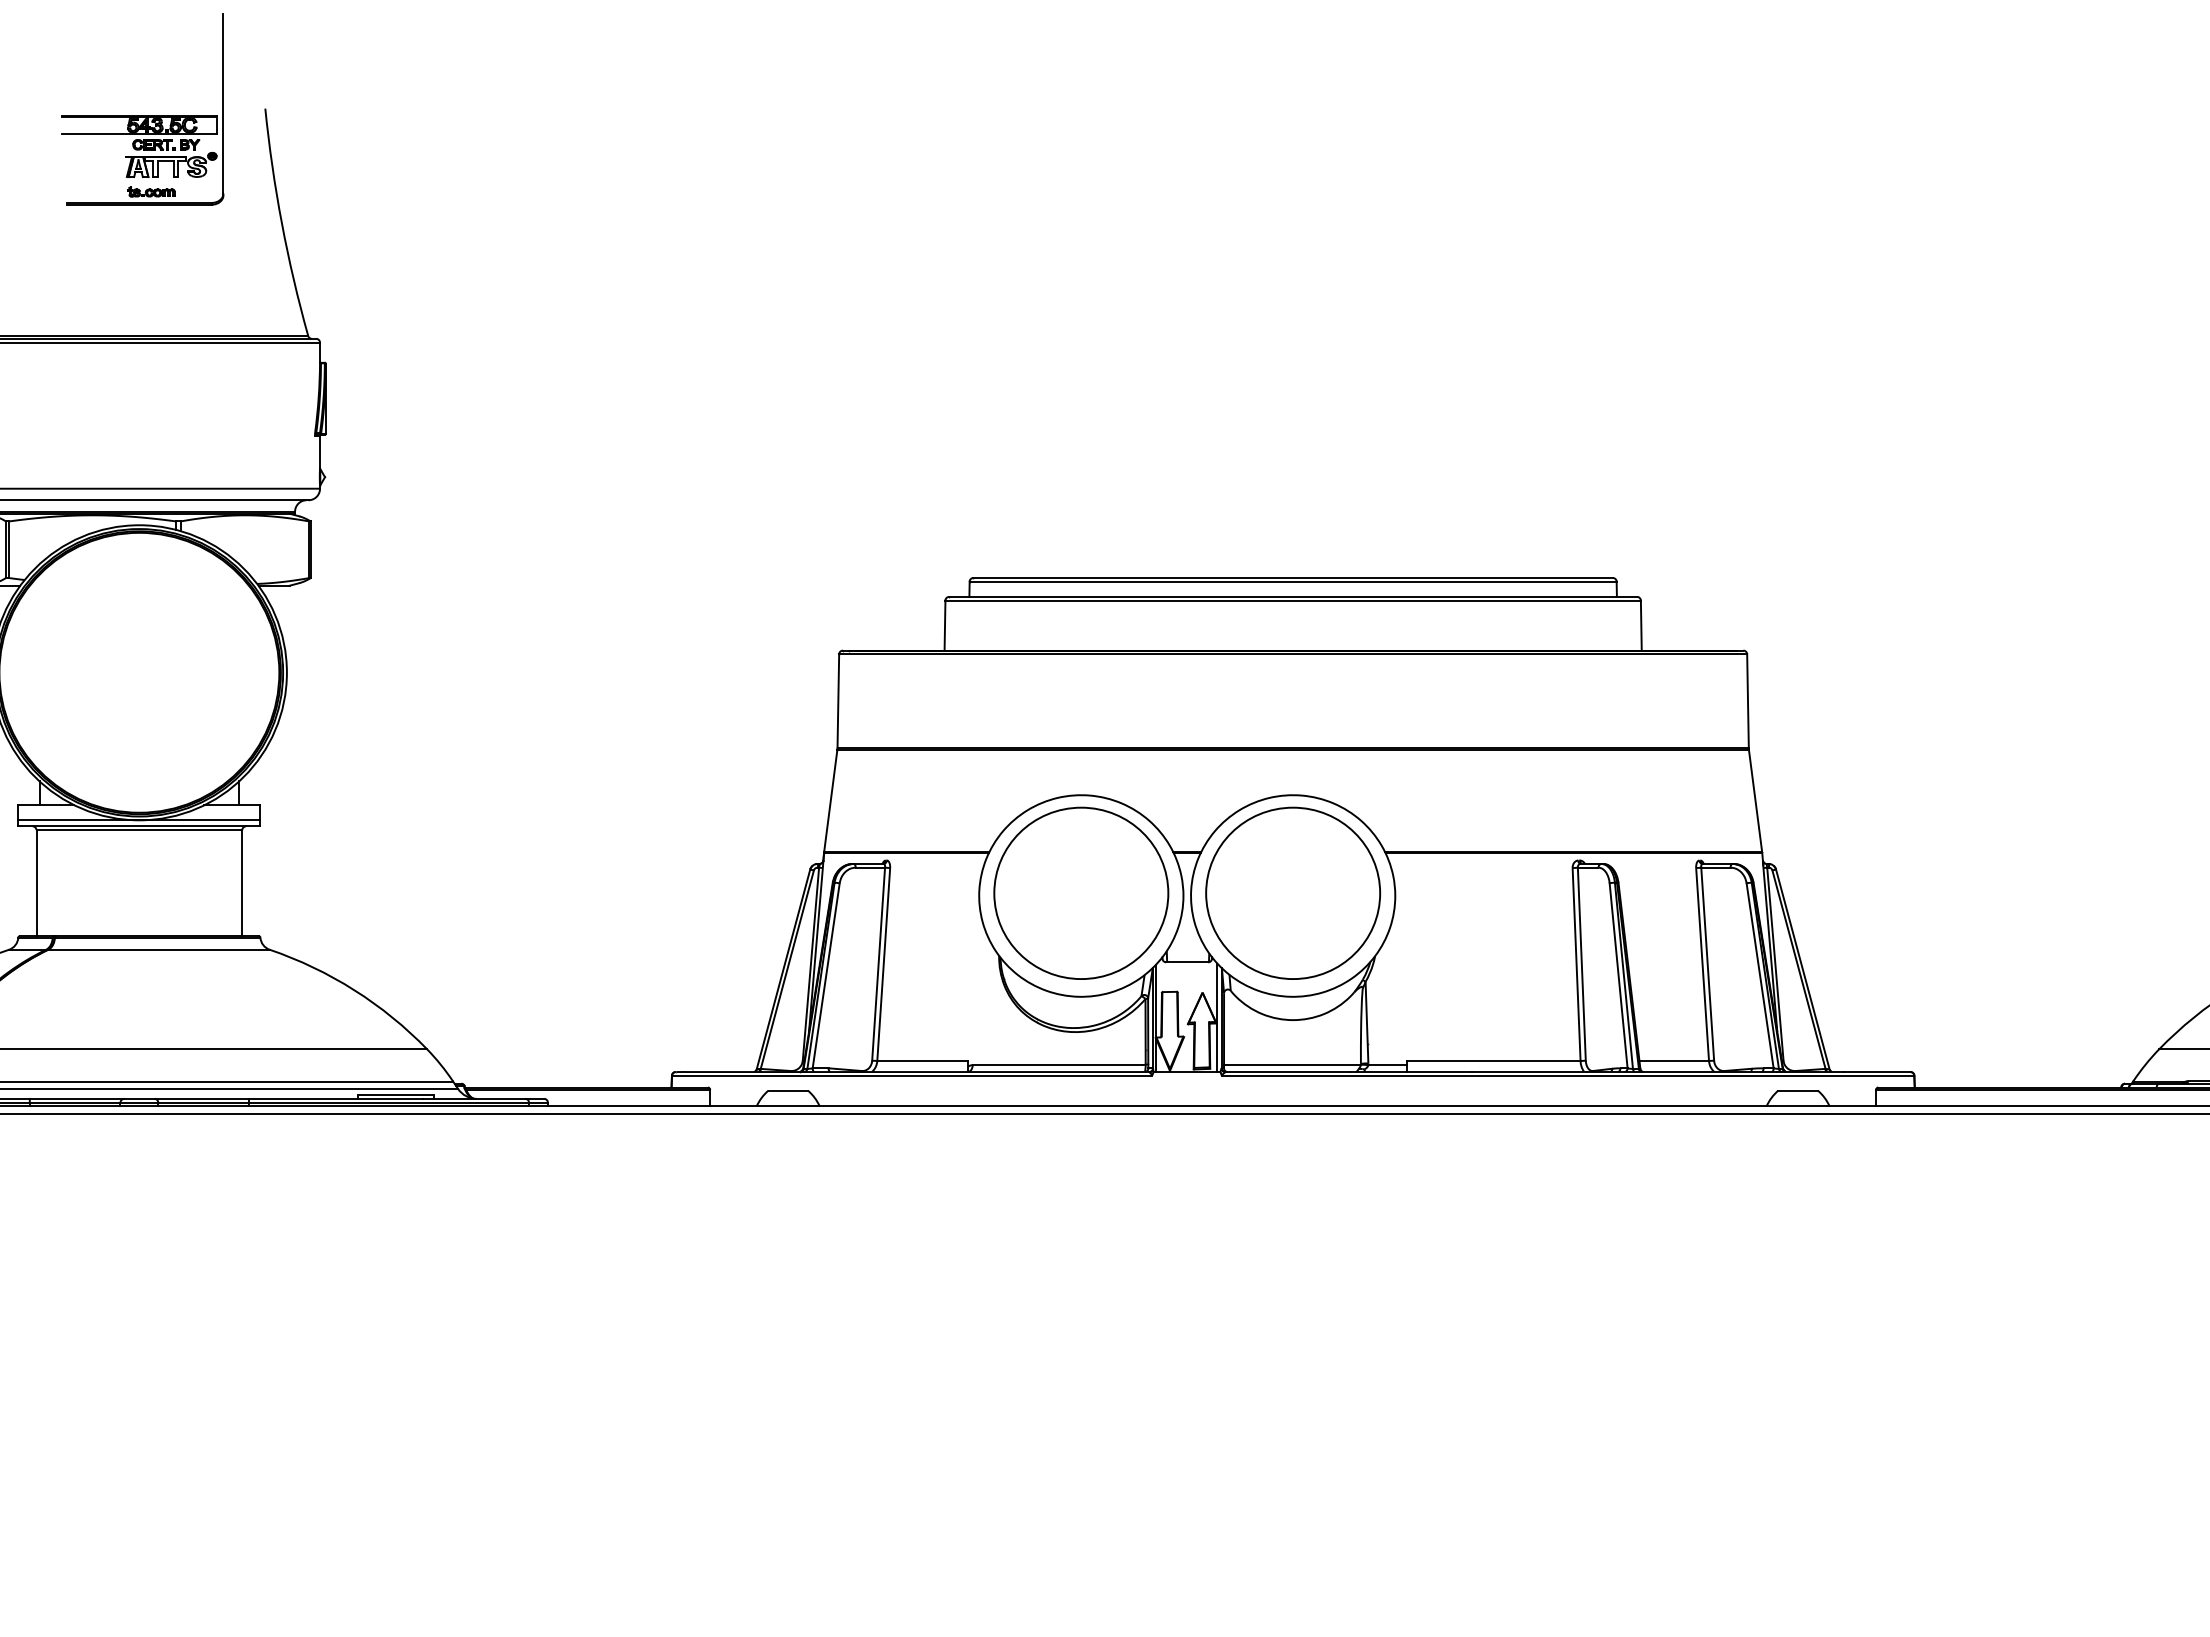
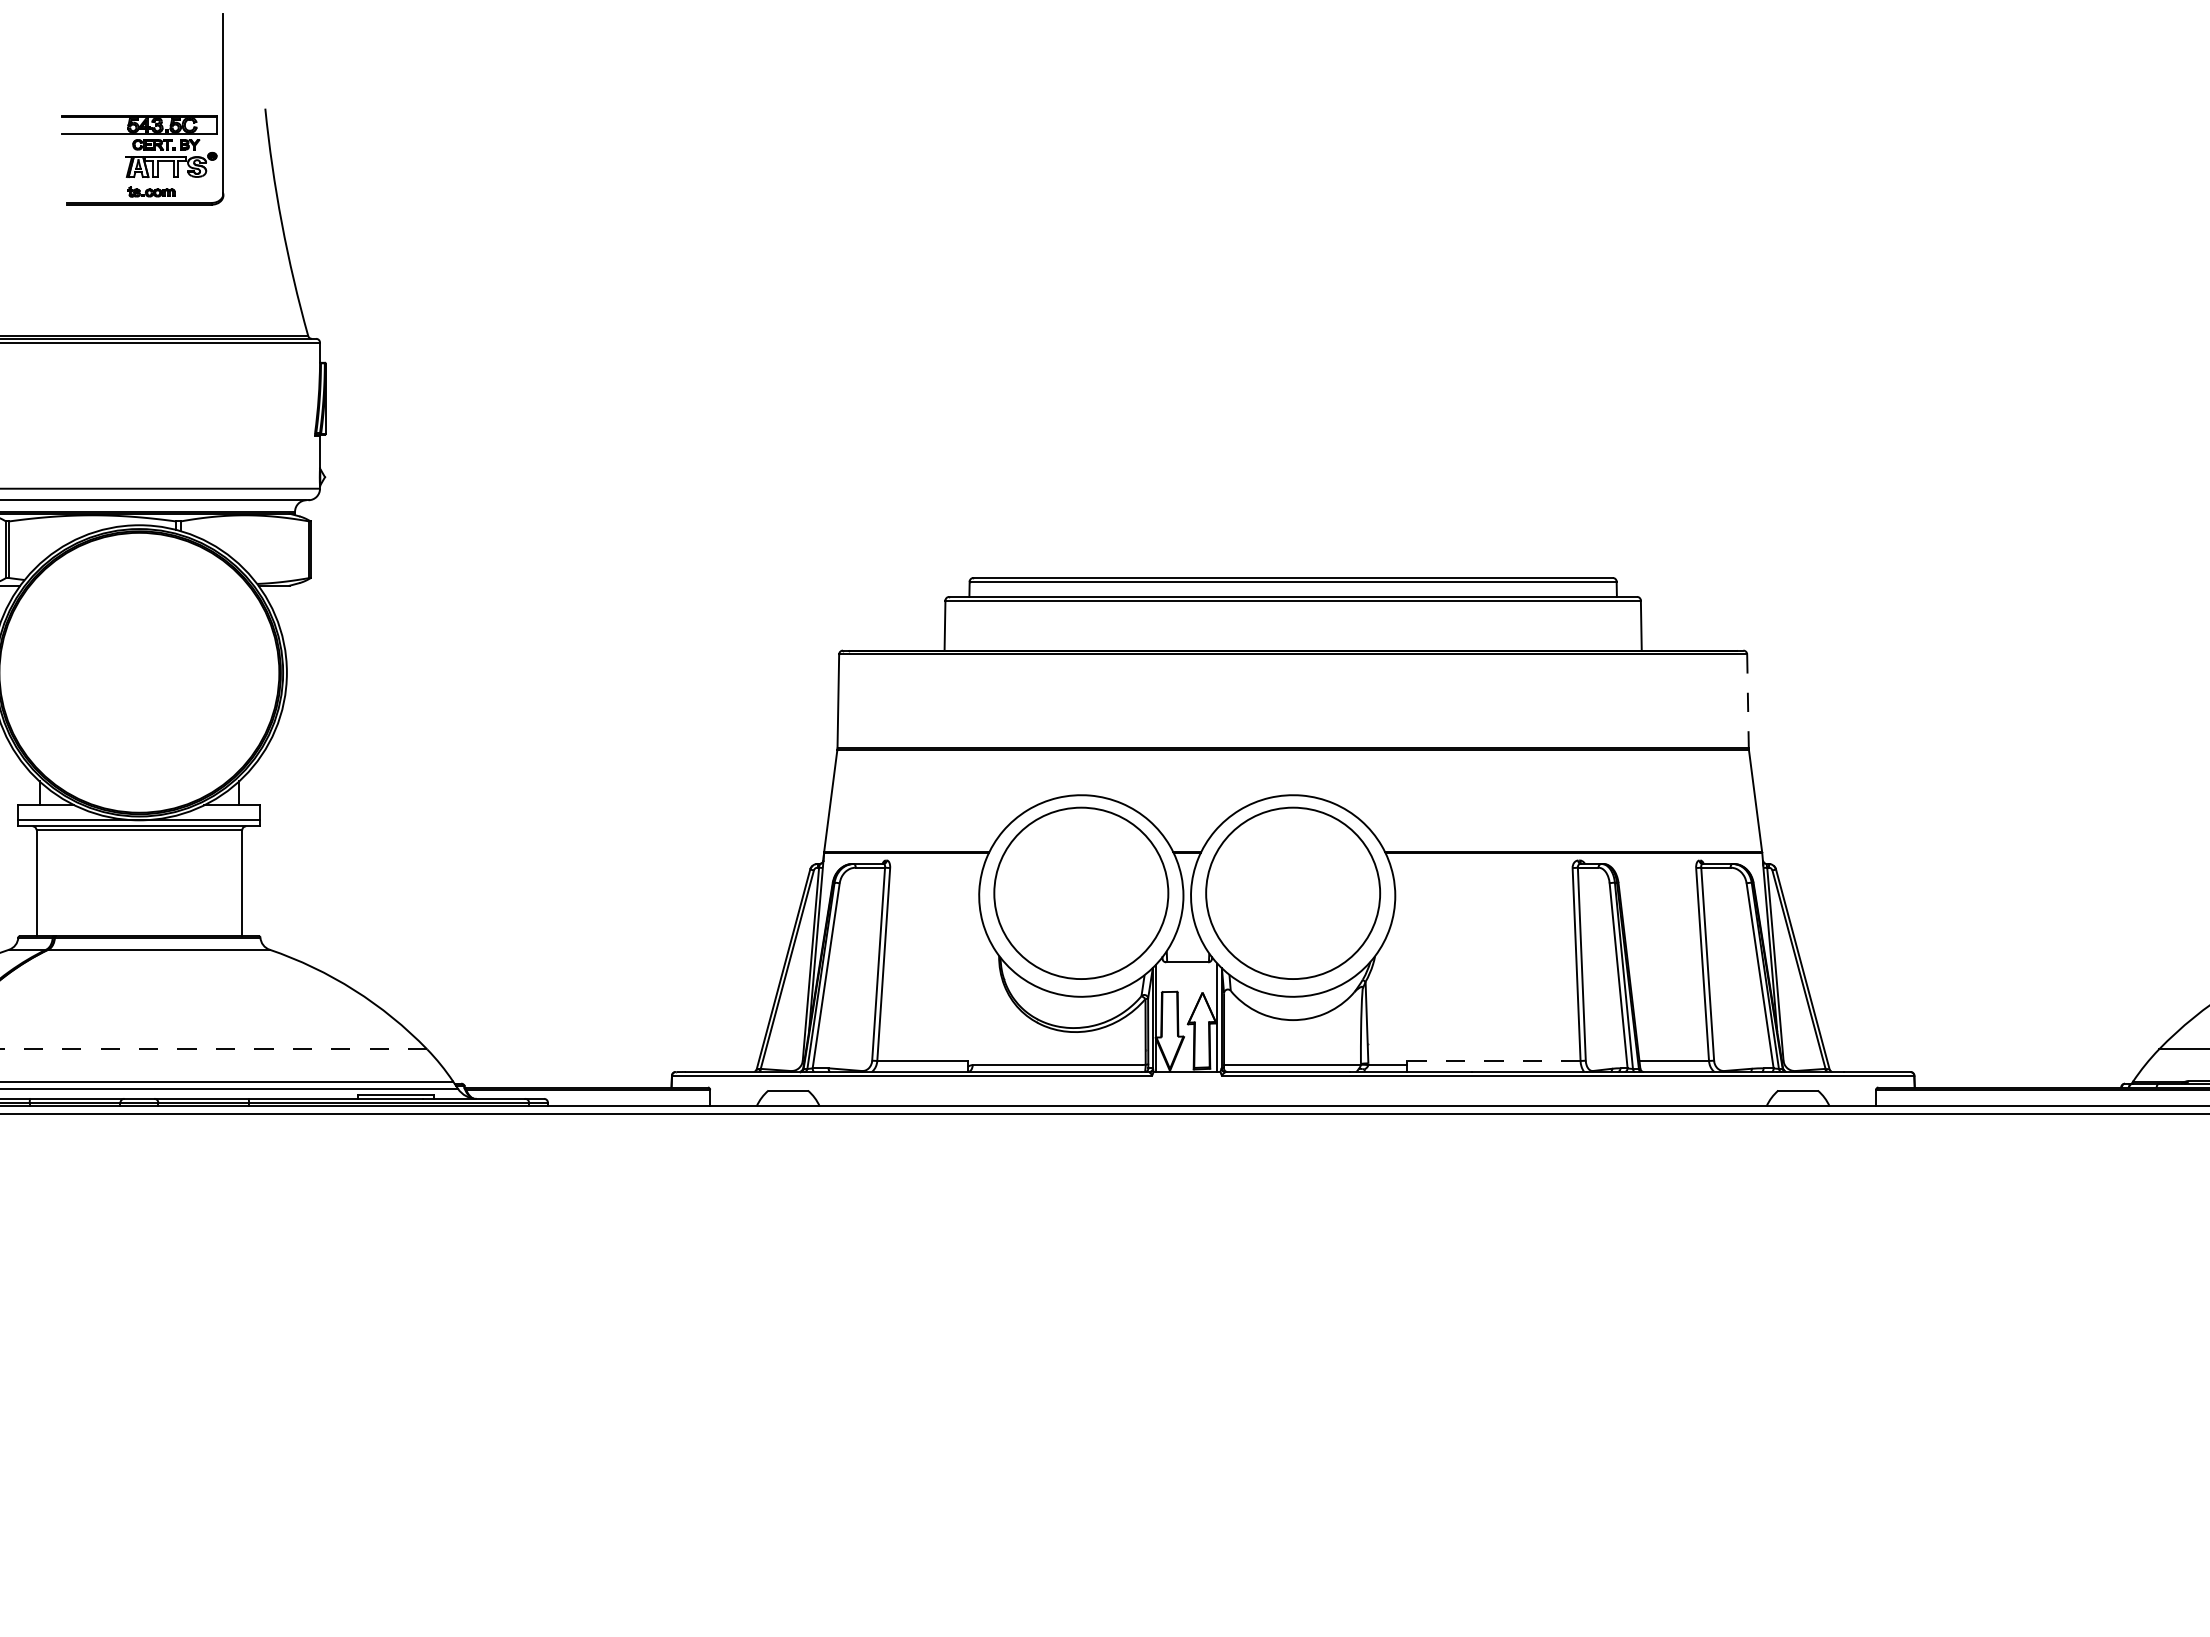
line at (1747, 701): solid -> dashed
line at (213, 1049): solid -> dashed
line at (1493, 1060): solid -> dashed
